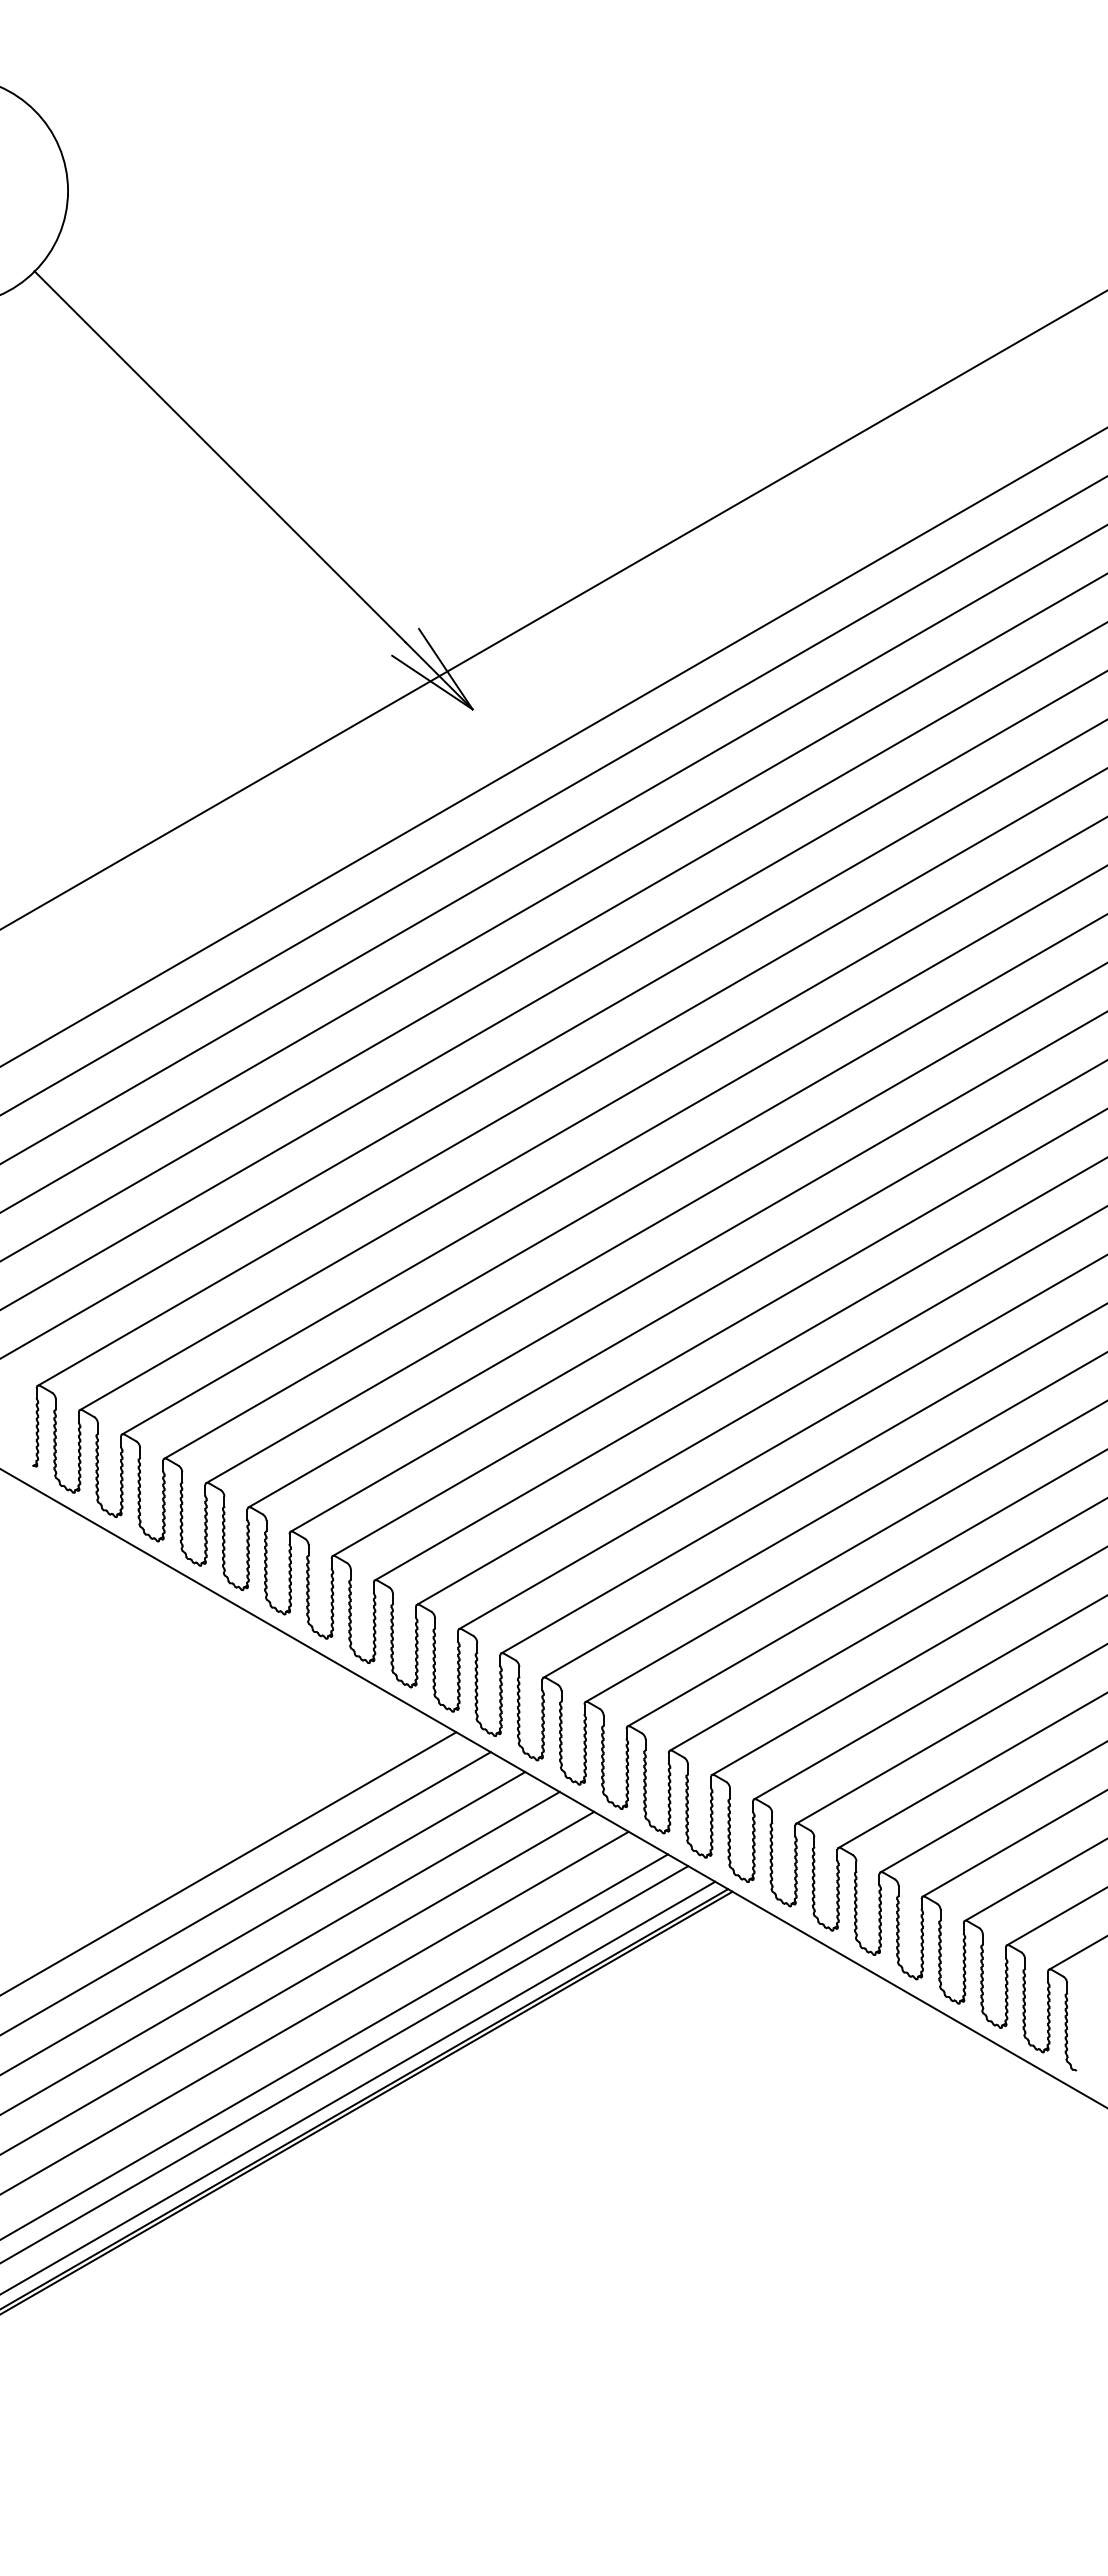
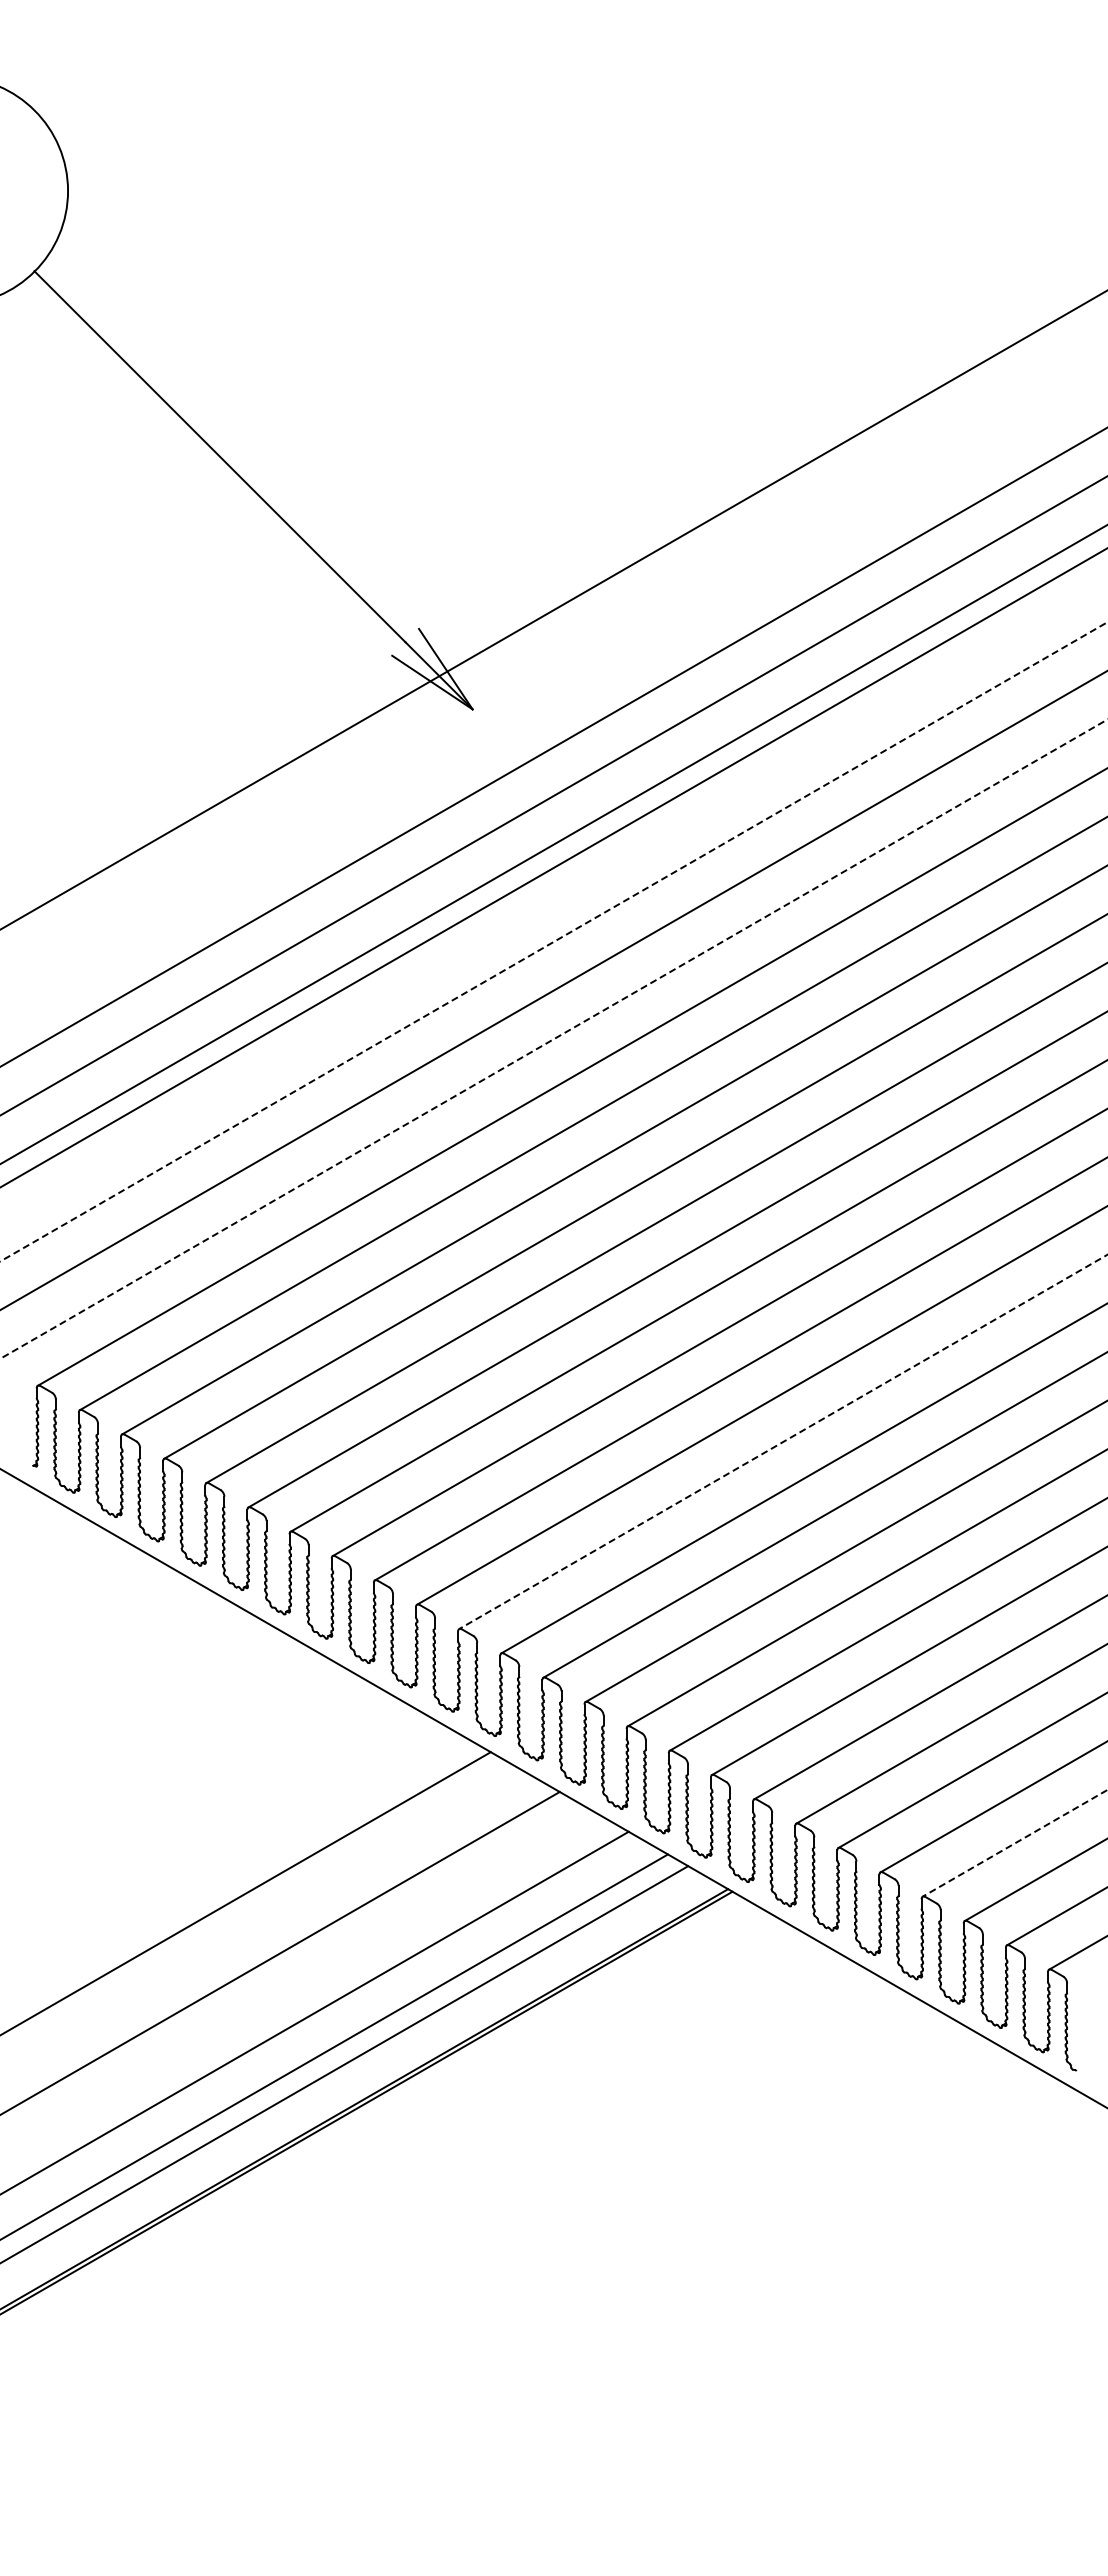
line at (553, 893) position: (553, 893) -> (553, 868)
line at (554, 941): solid -> dashed
line at (553, 1039): solid -> dashed
line at (783, 1442): solid -> dashed
line at (1014, 1843): solid -> dashed
line at (229, 1863): present -> none
line at (263, 1922): present -> none
line at (298, 1982): present -> none
line at (358, 2087): present -> none
